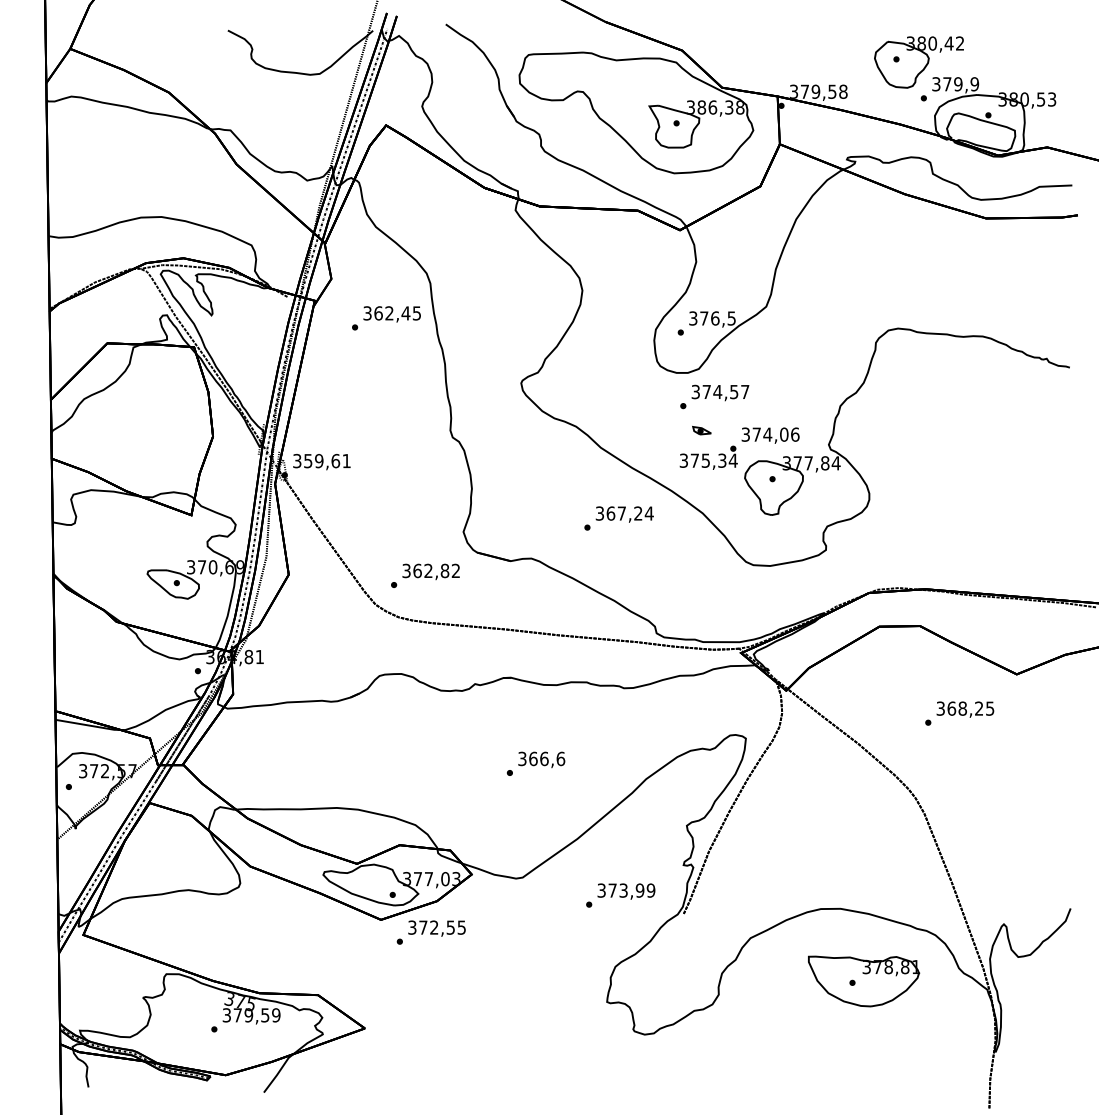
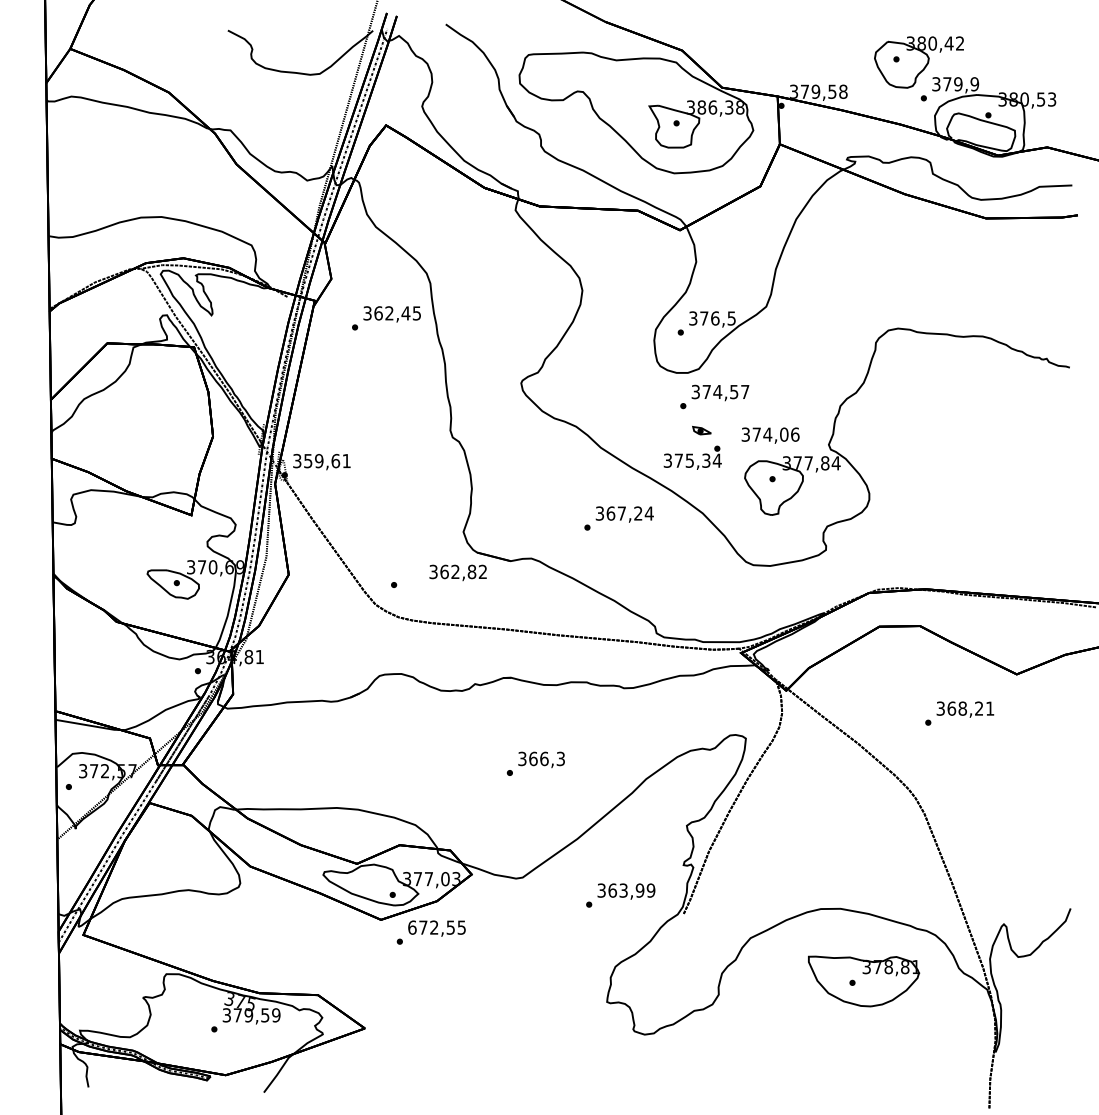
text at (708, 457) position: (708, 457) -> (692, 457)
text at (430, 571) position: (430, 571) -> (457, 572)
text at (990, 708): 368,25 -> 368,21
text at (560, 758): 366,6 -> 366,3
text at (612, 890): 373,99 -> 363,99
text at (412, 927): 372,55 -> 672,55
